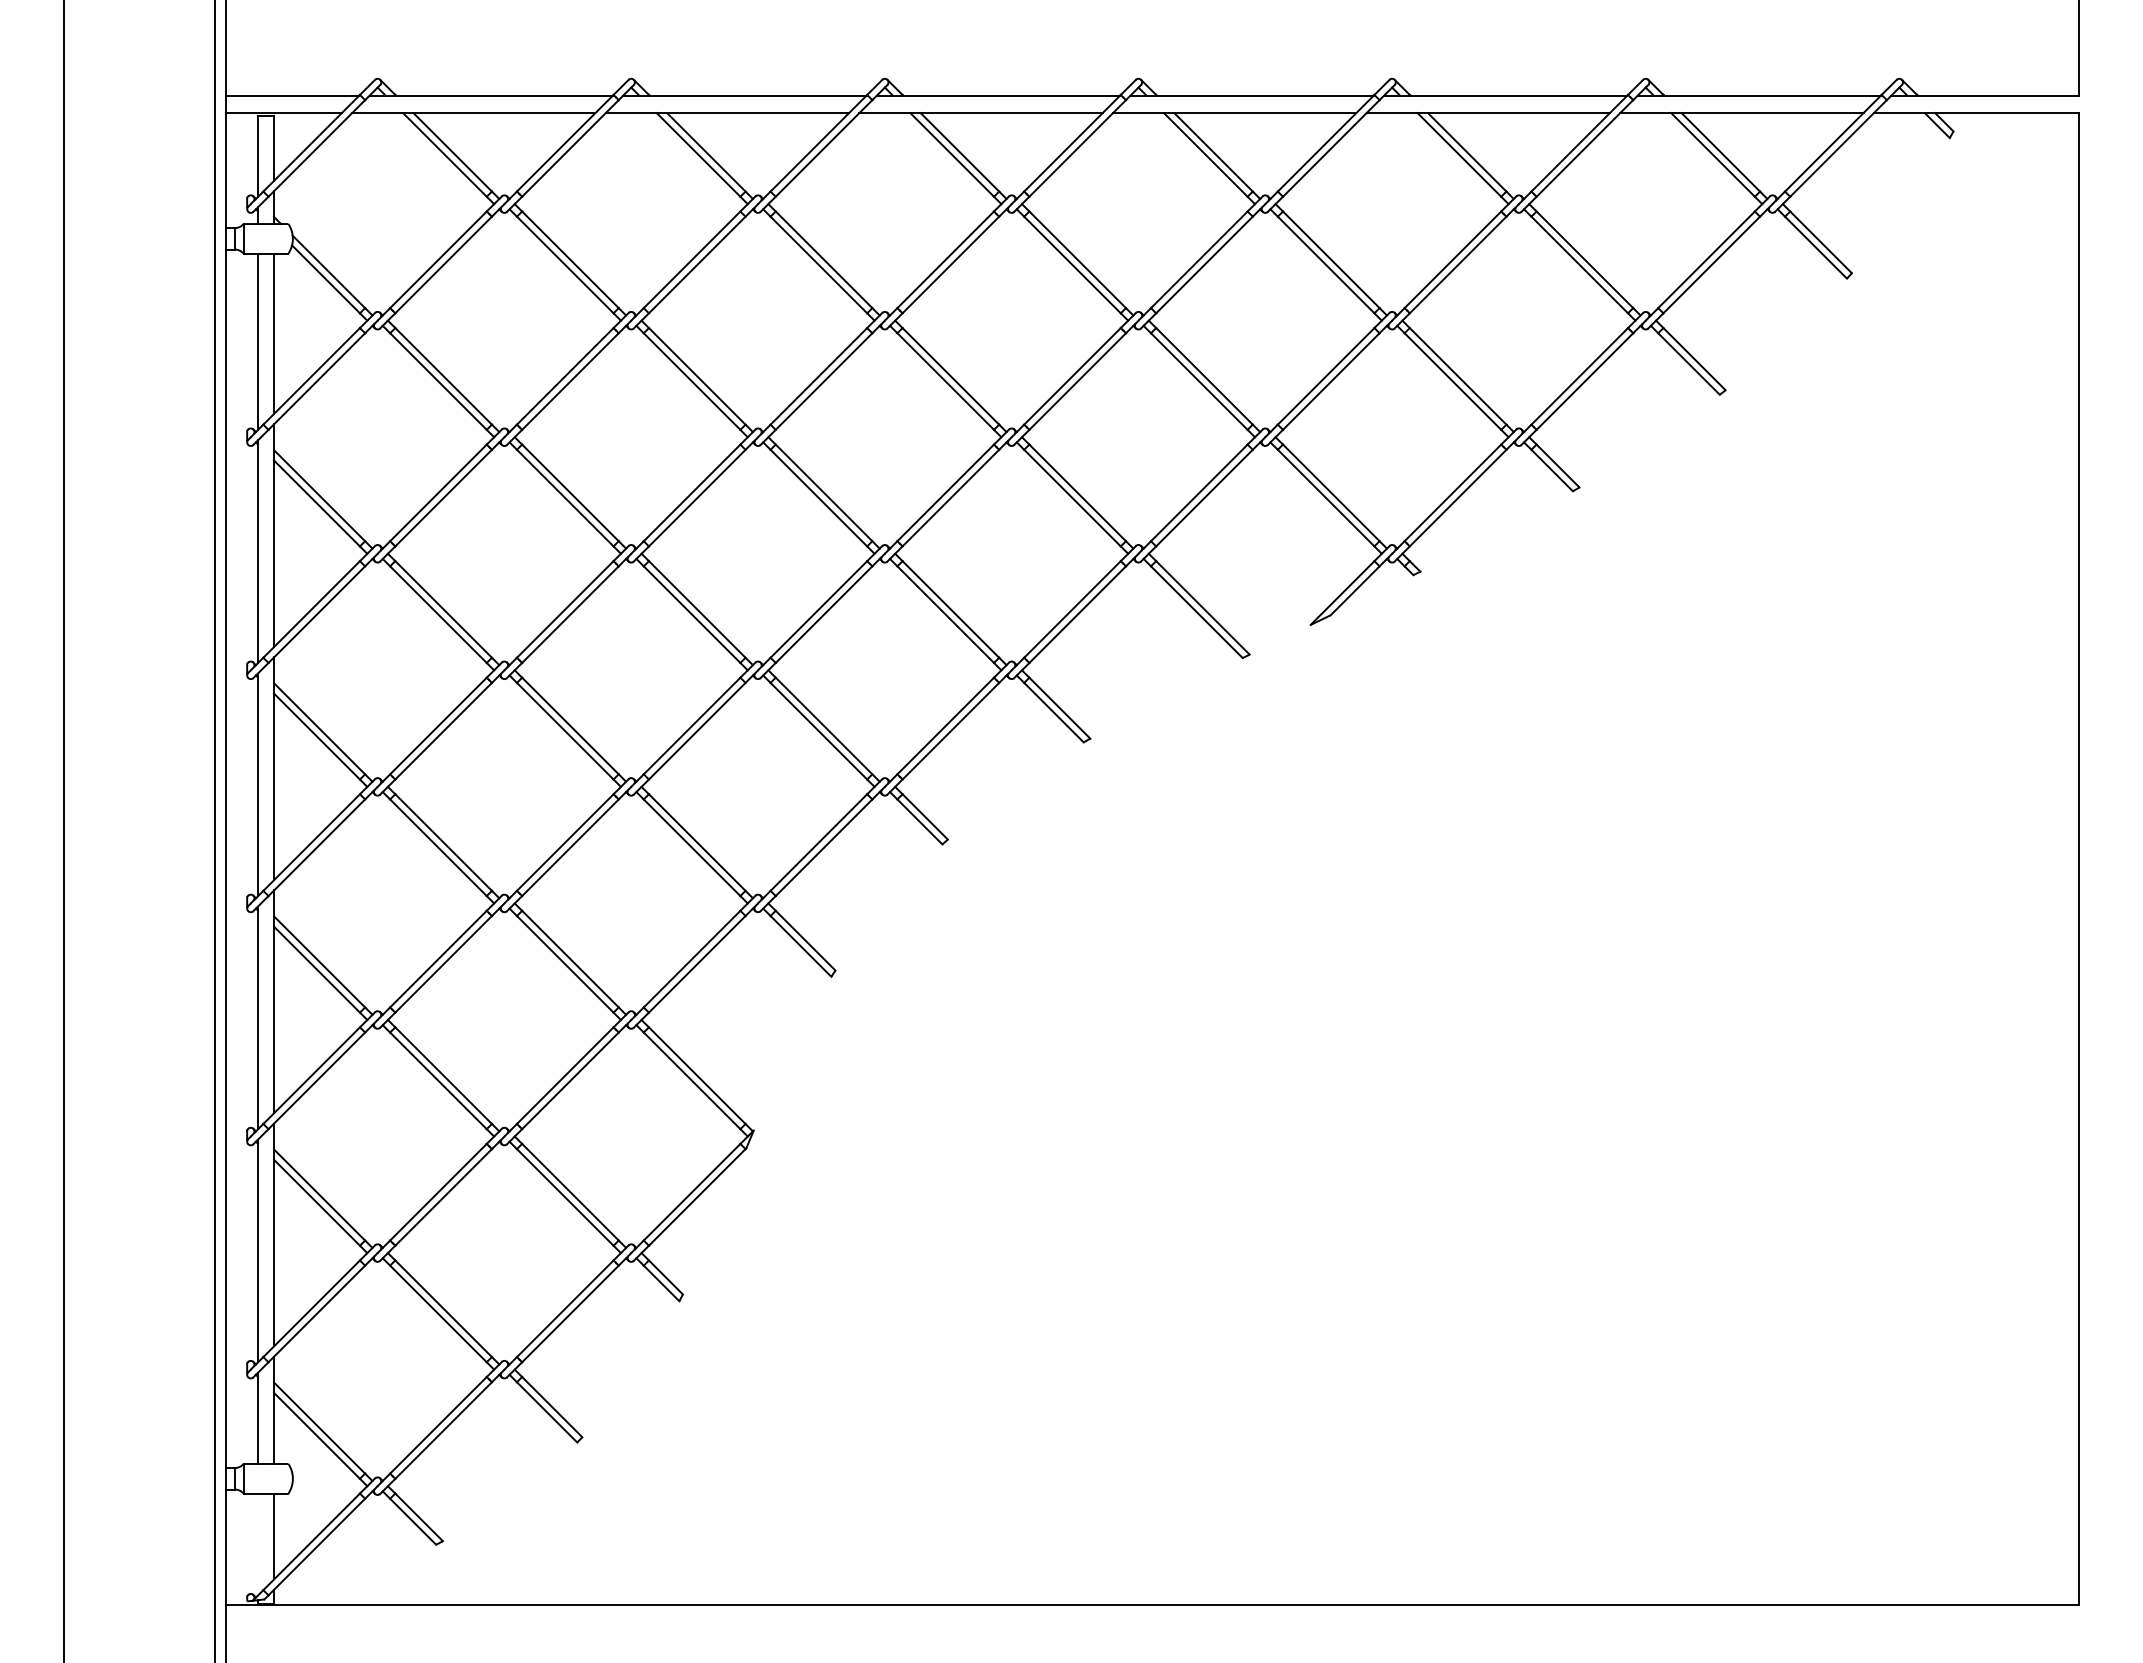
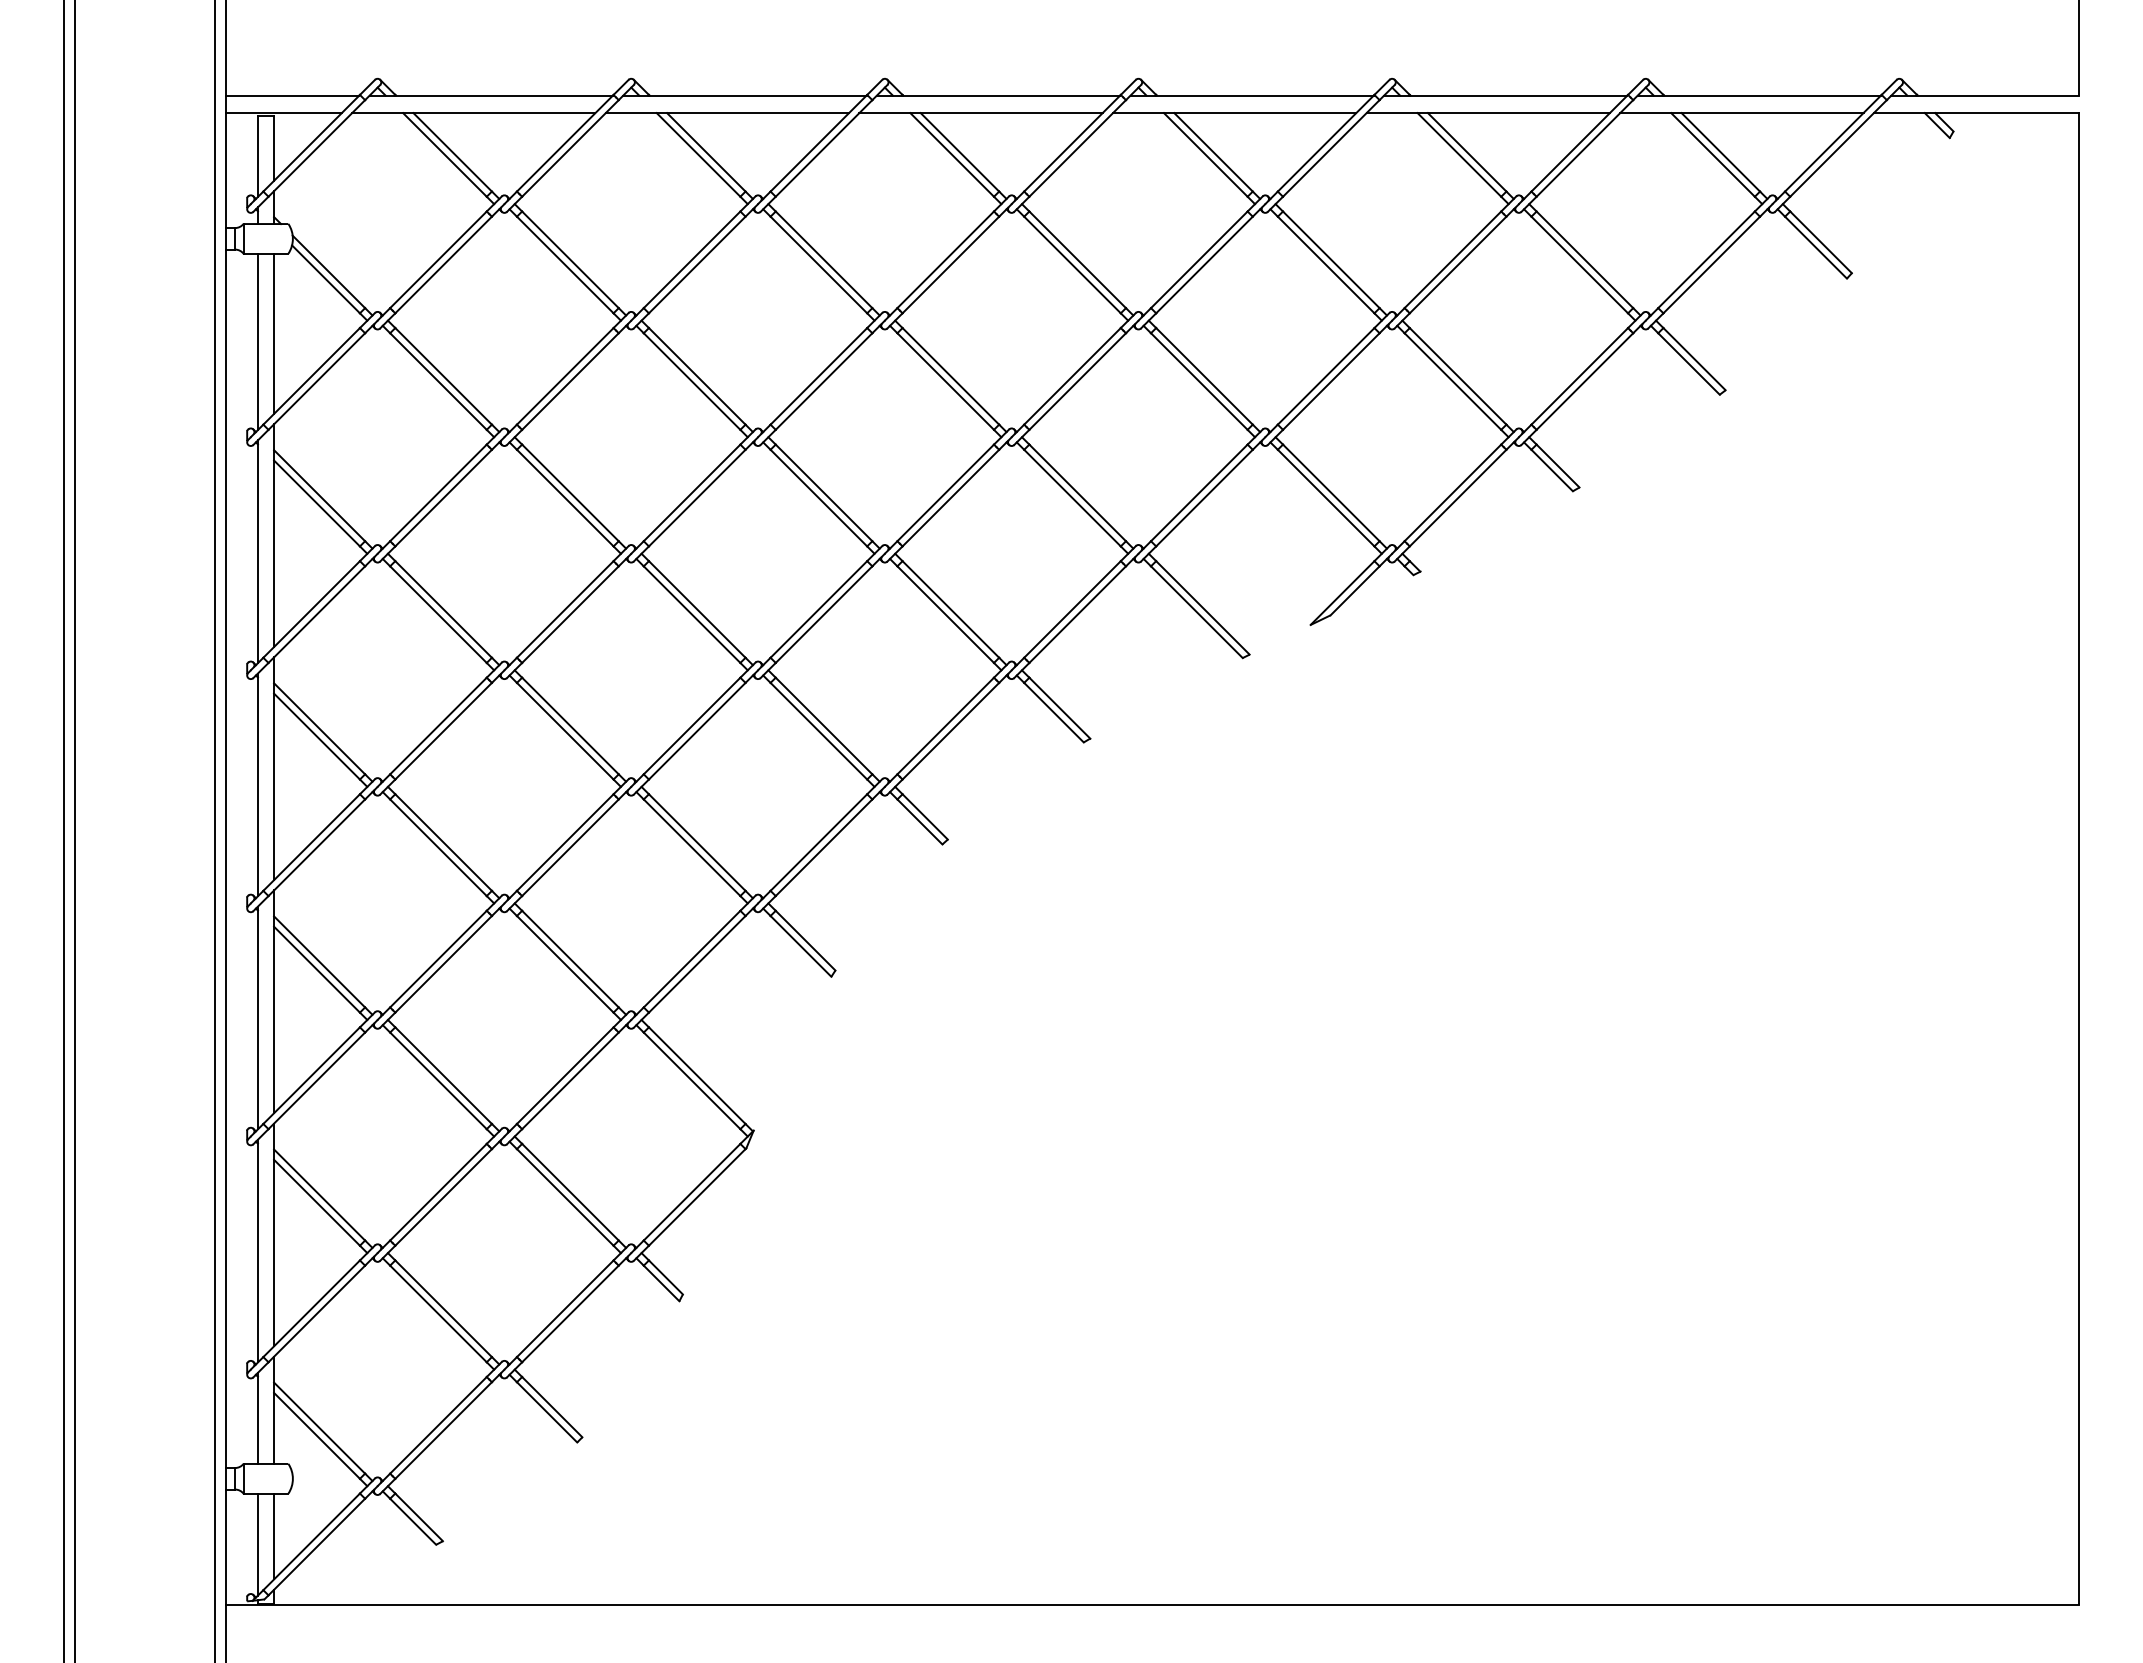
line at (75, 830): none -> present
line at (257, 1544): none -> present
